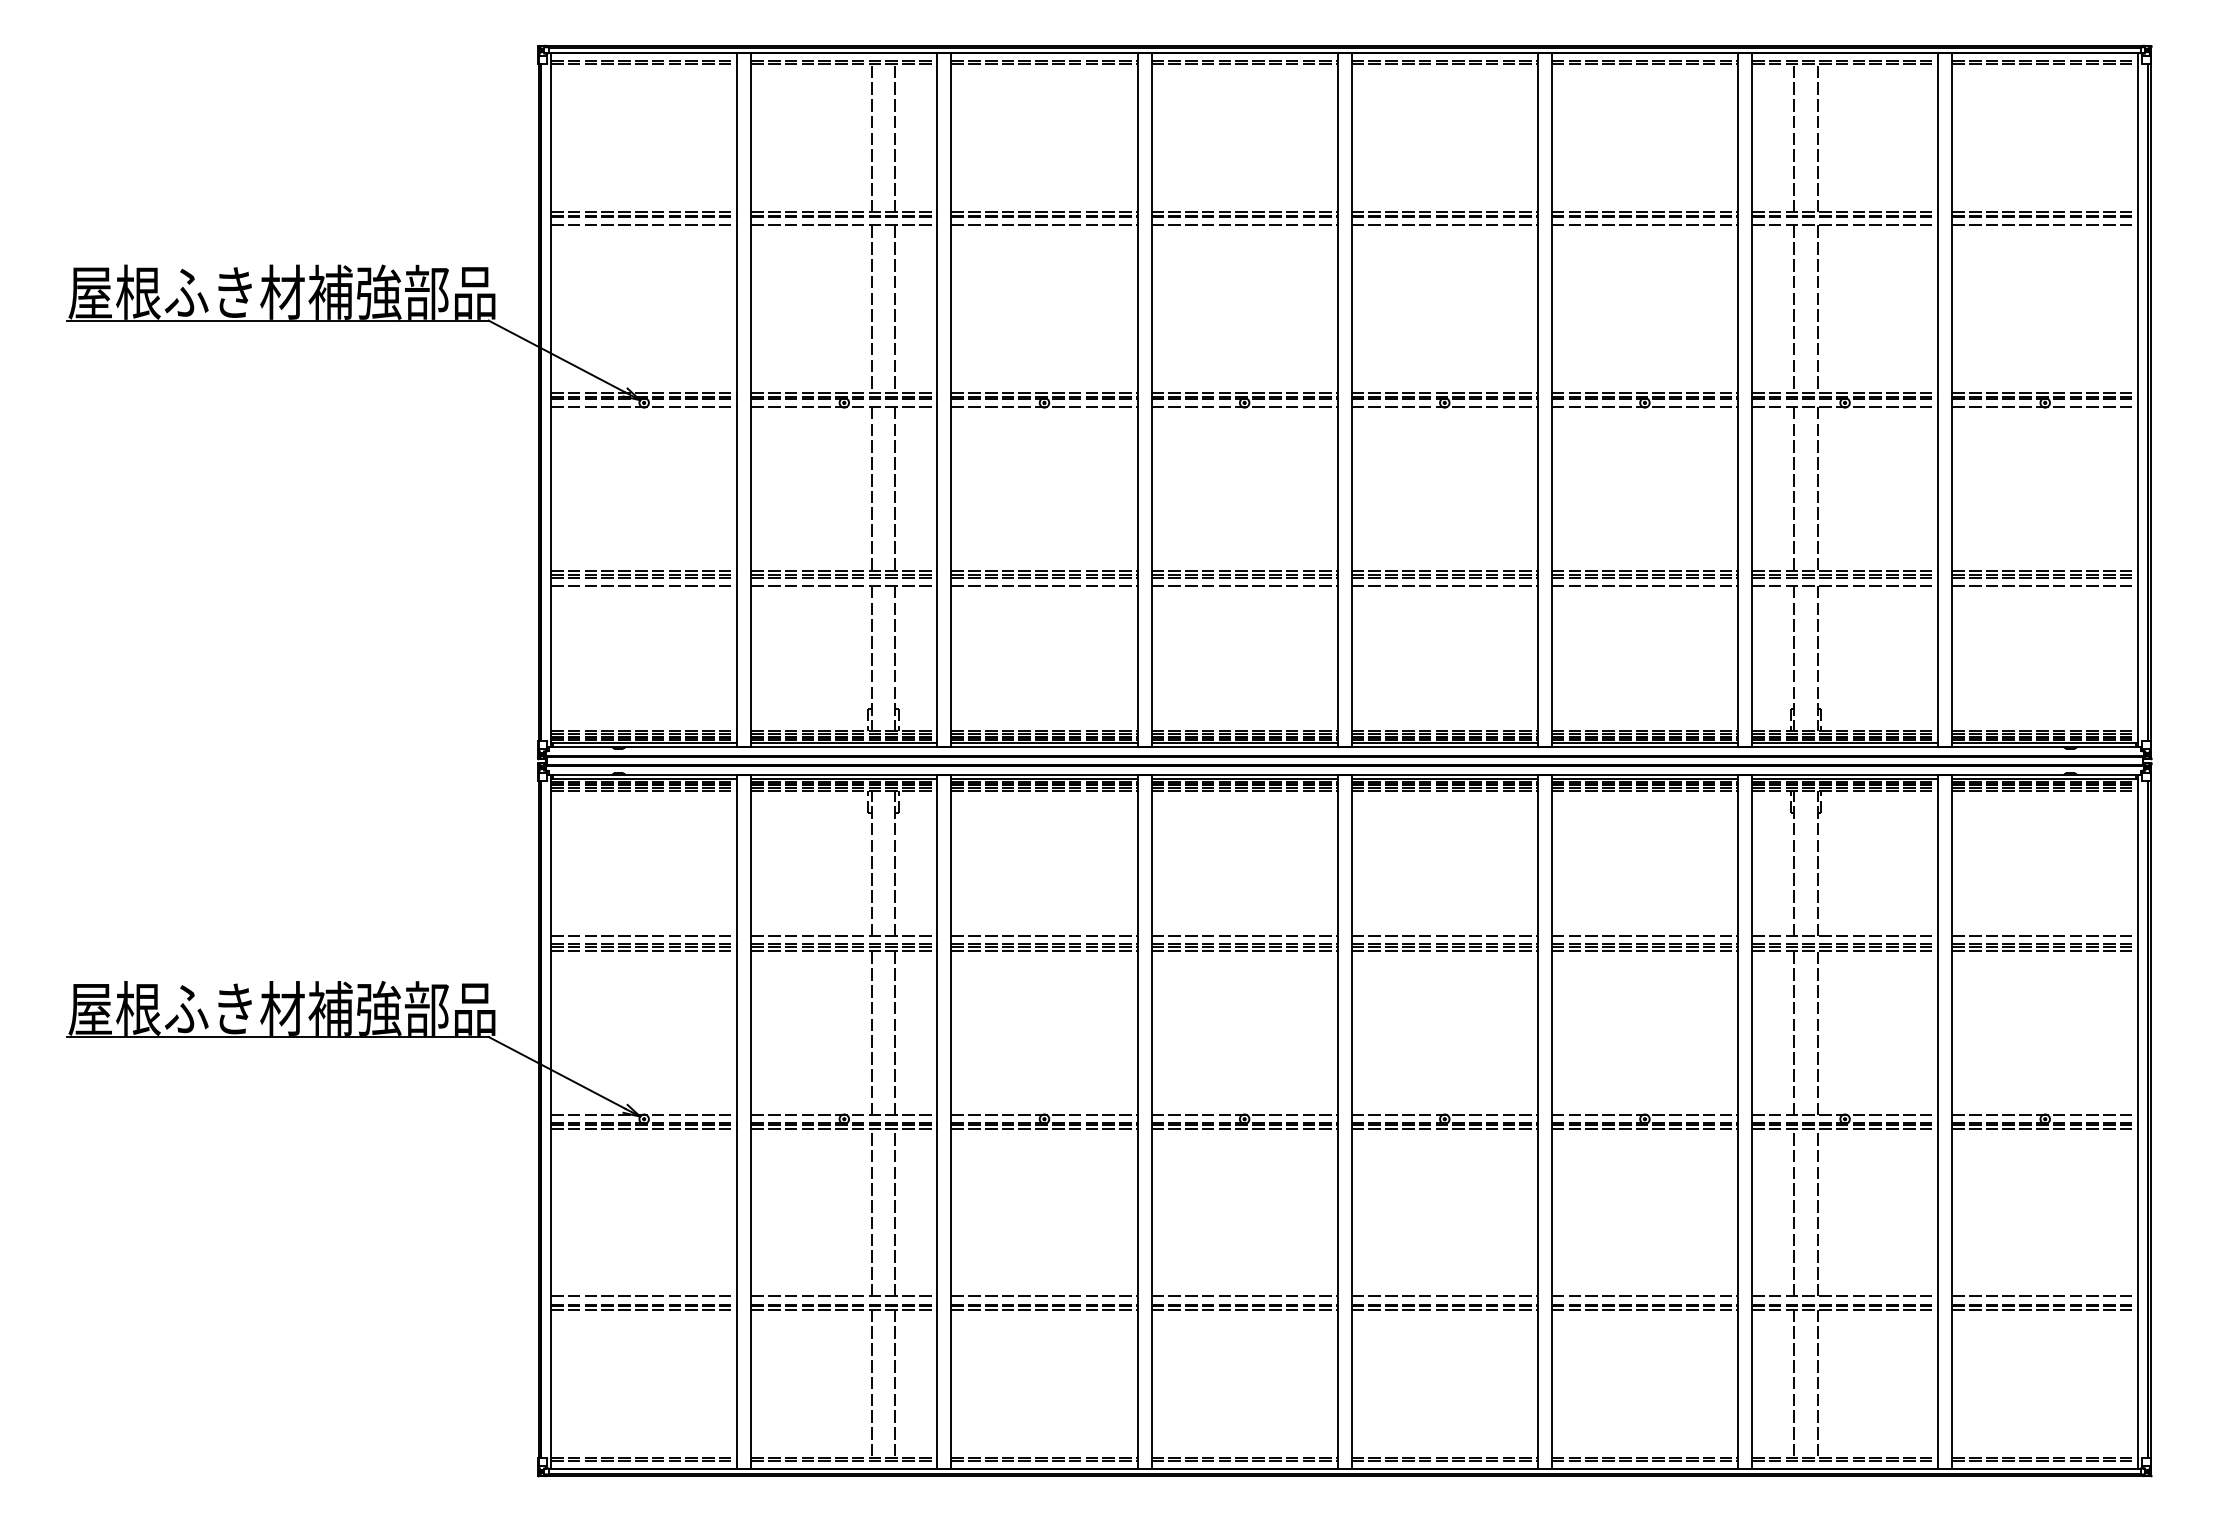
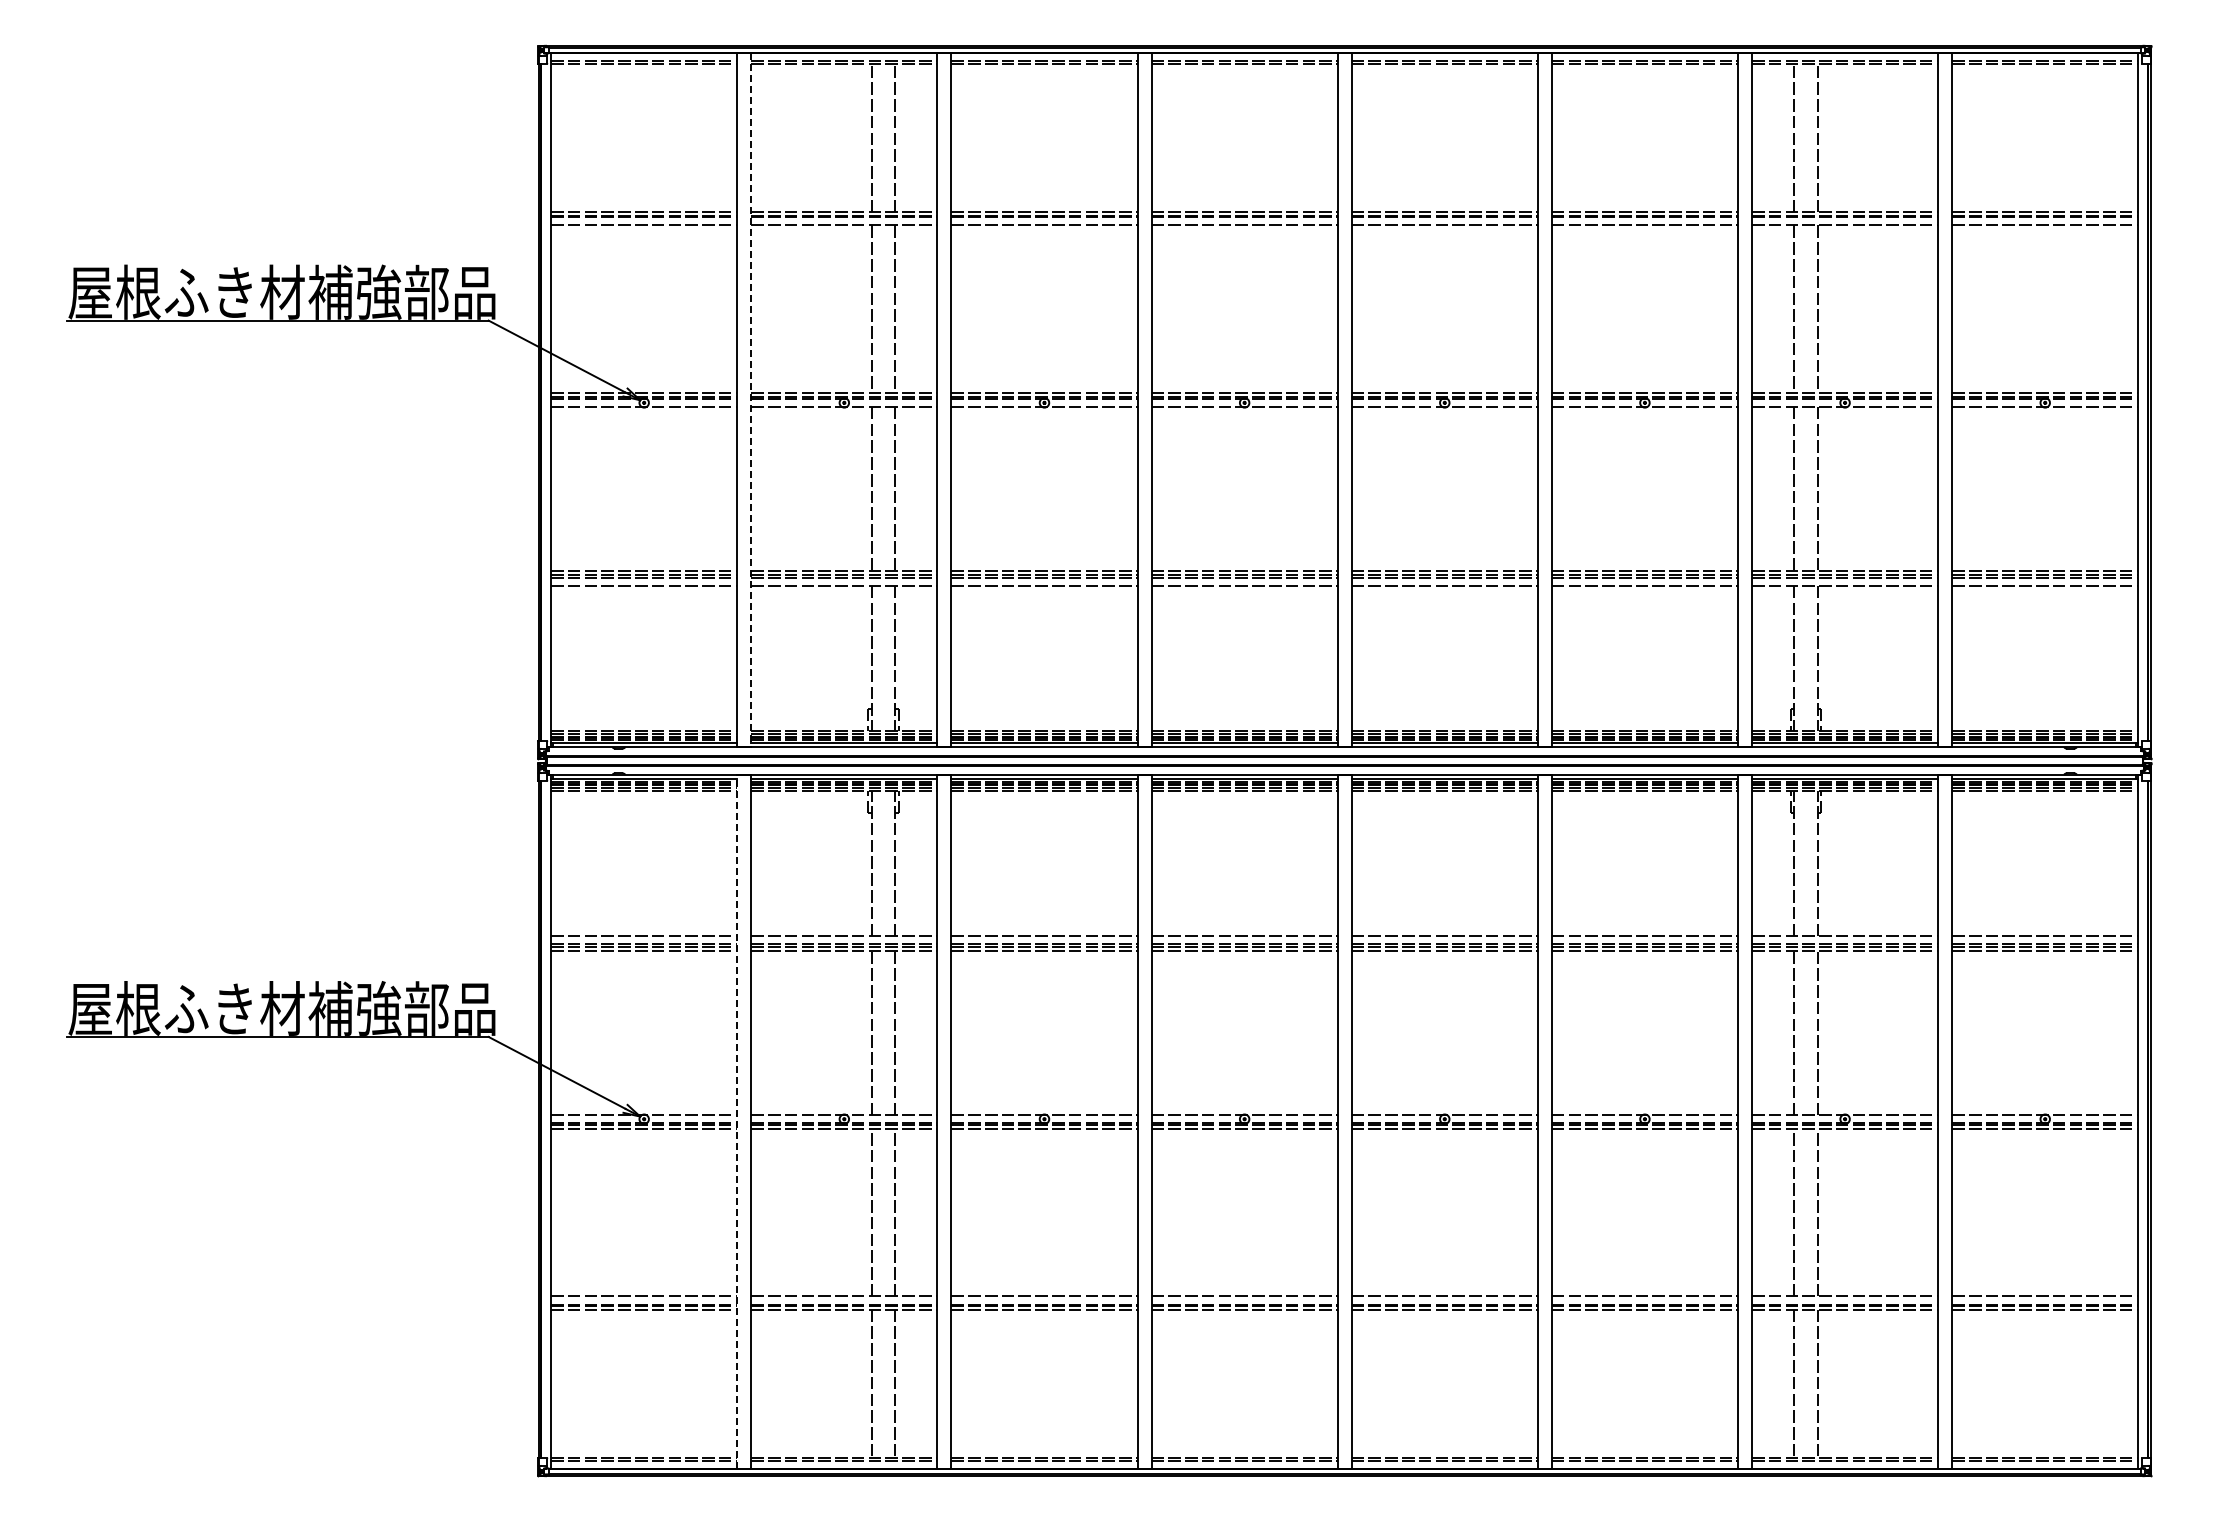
line at (751, 400): solid -> dashed
line at (737, 1121): solid -> dashed
